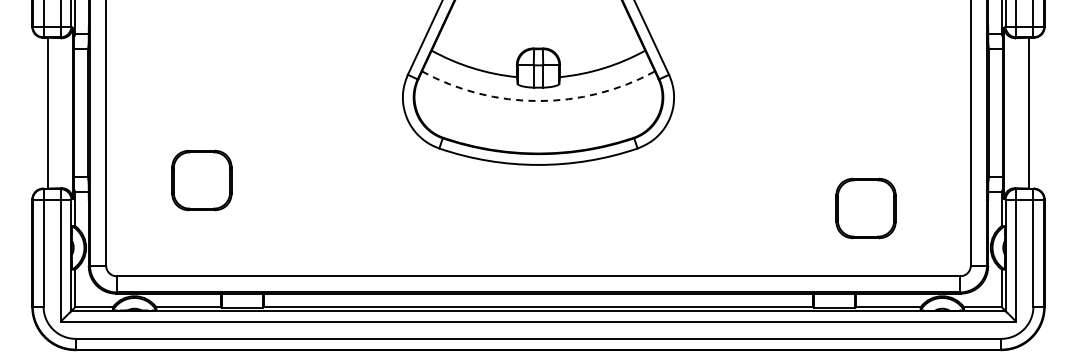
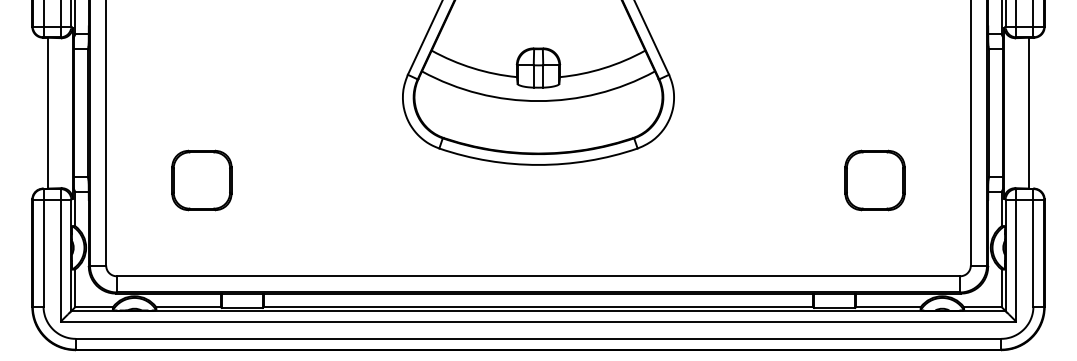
arc at (538, 101): dashed -> solid
part at (865, 208) position: (865, 208) -> (874, 180)
